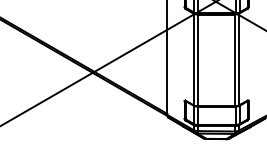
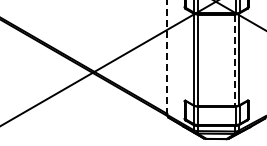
line at (167, 57): solid -> dashed
line at (234, 60): solid -> dashed
